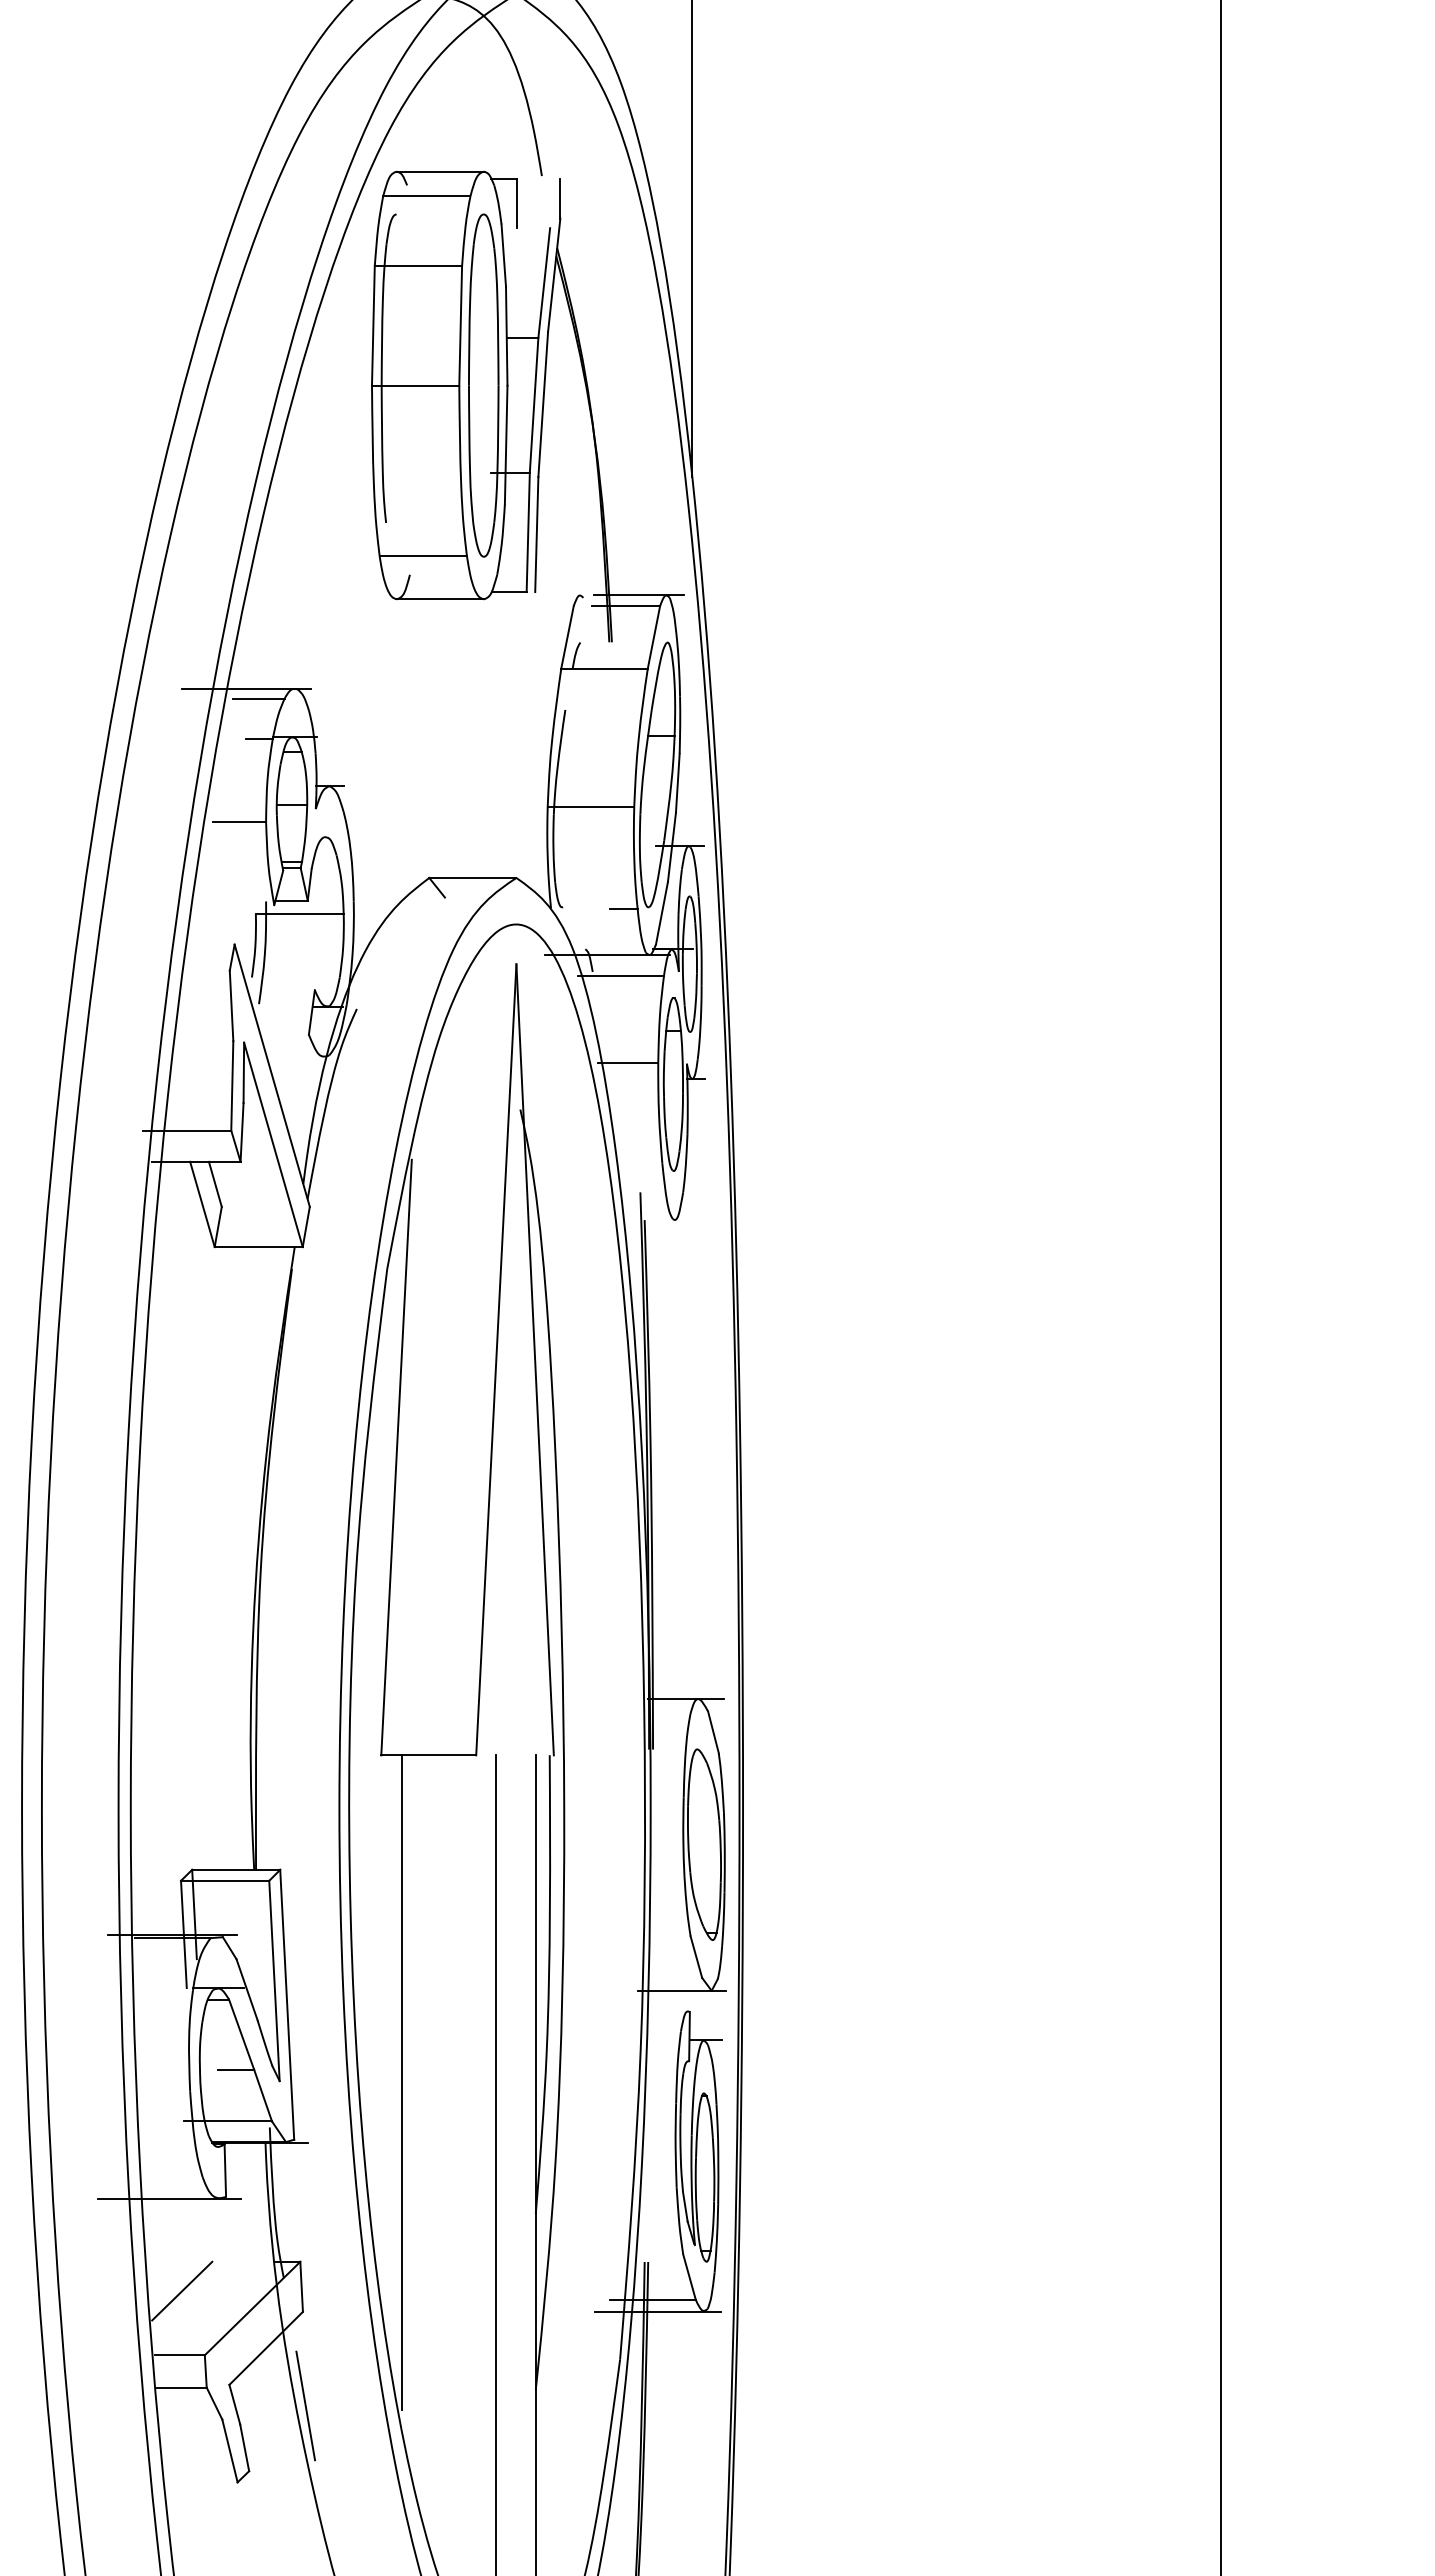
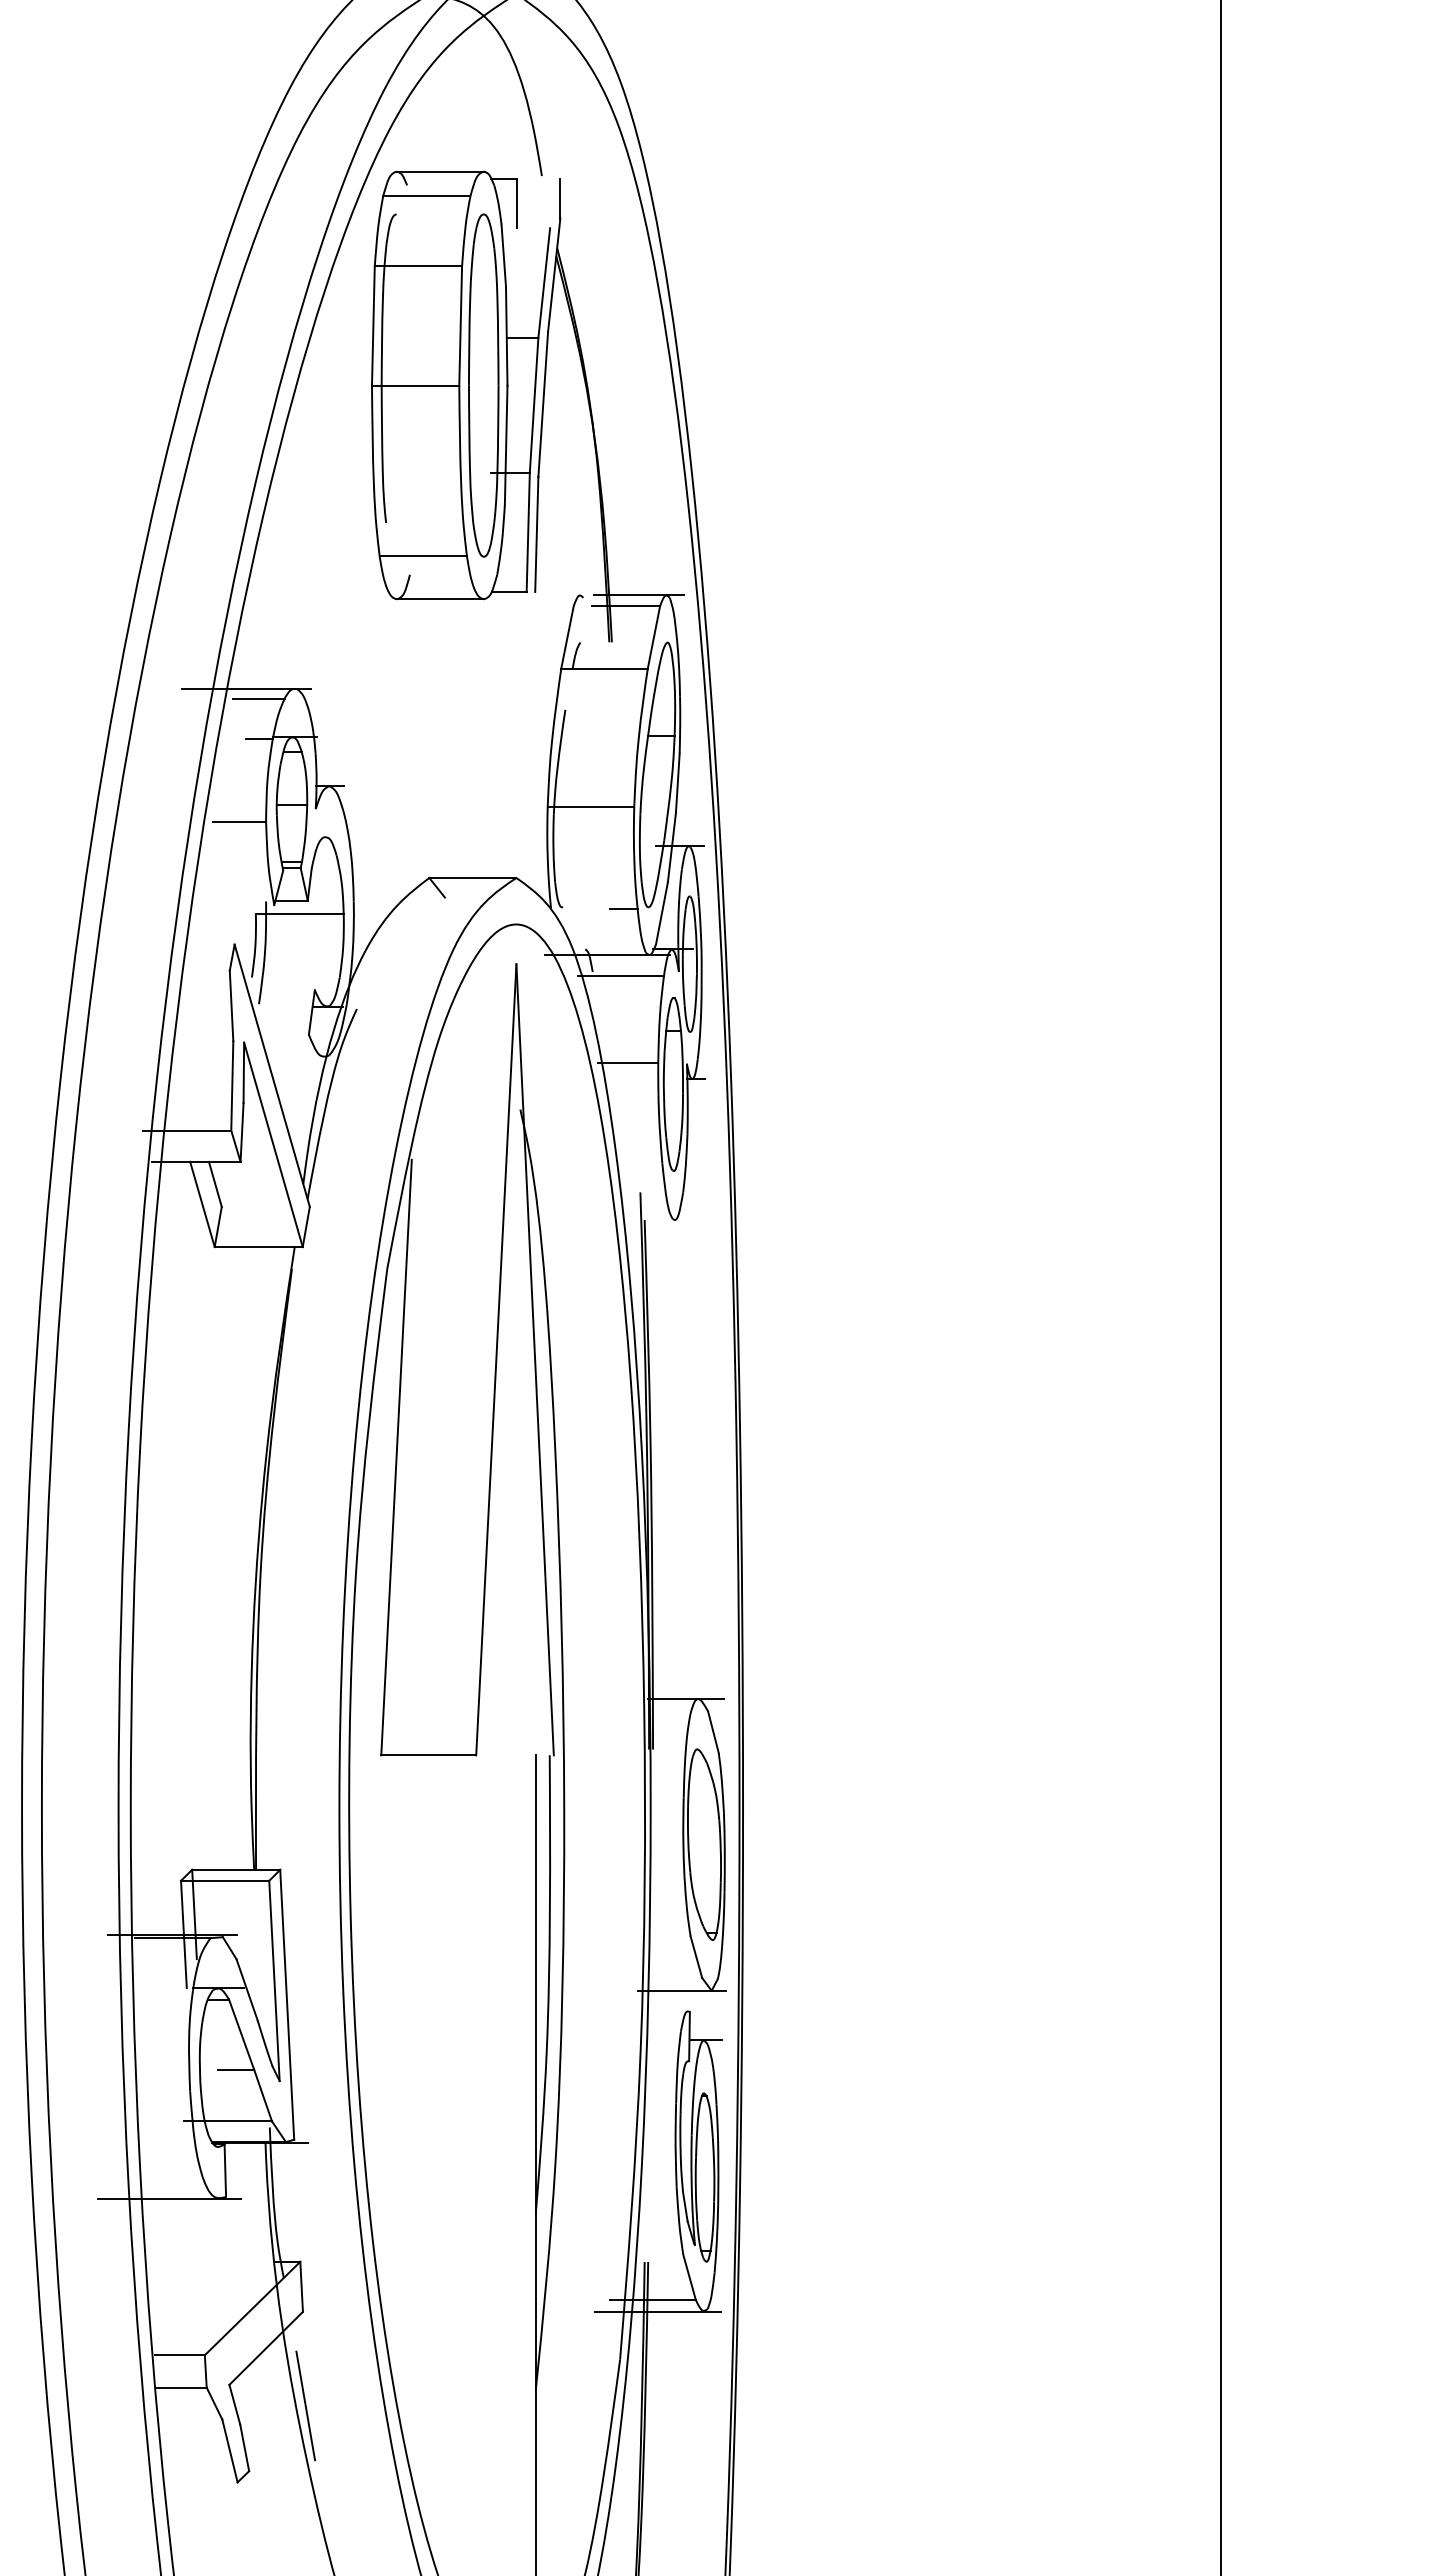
line at (692, 239): present -> none
line at (401, 2082): present -> none
line at (496, 2163): present -> none
line at (182, 2290): present -> none
